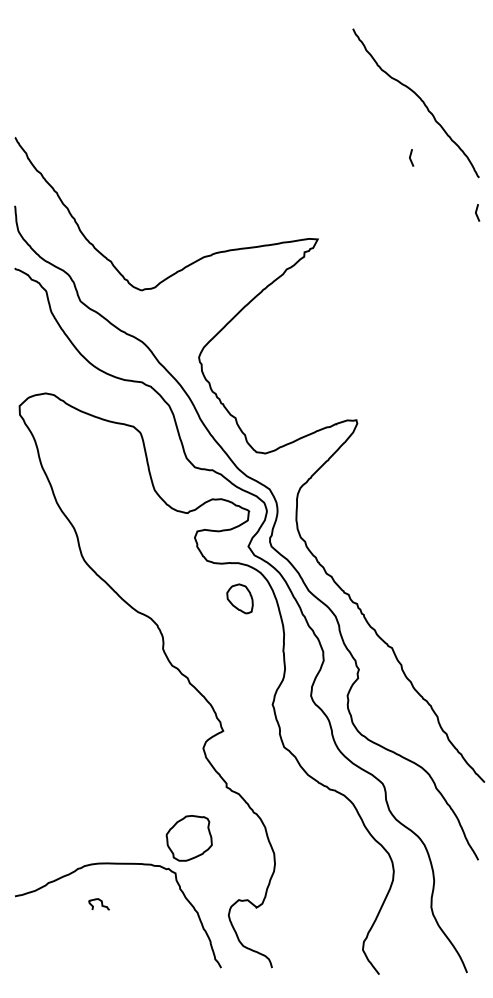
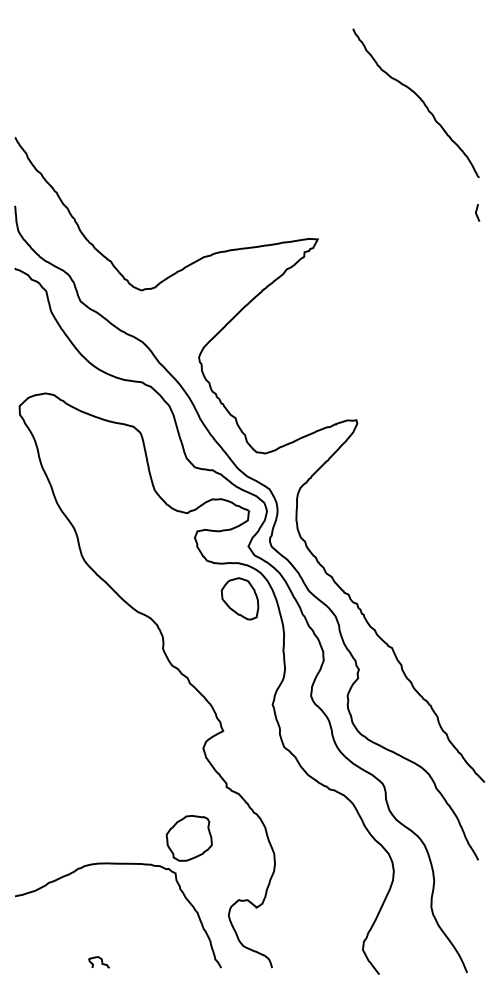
line at (411, 156): present -> none
part at (239, 598) size: 28x32 px -> 40x44 px
curve at (101, 904) position: (101, 904) -> (101, 962)
